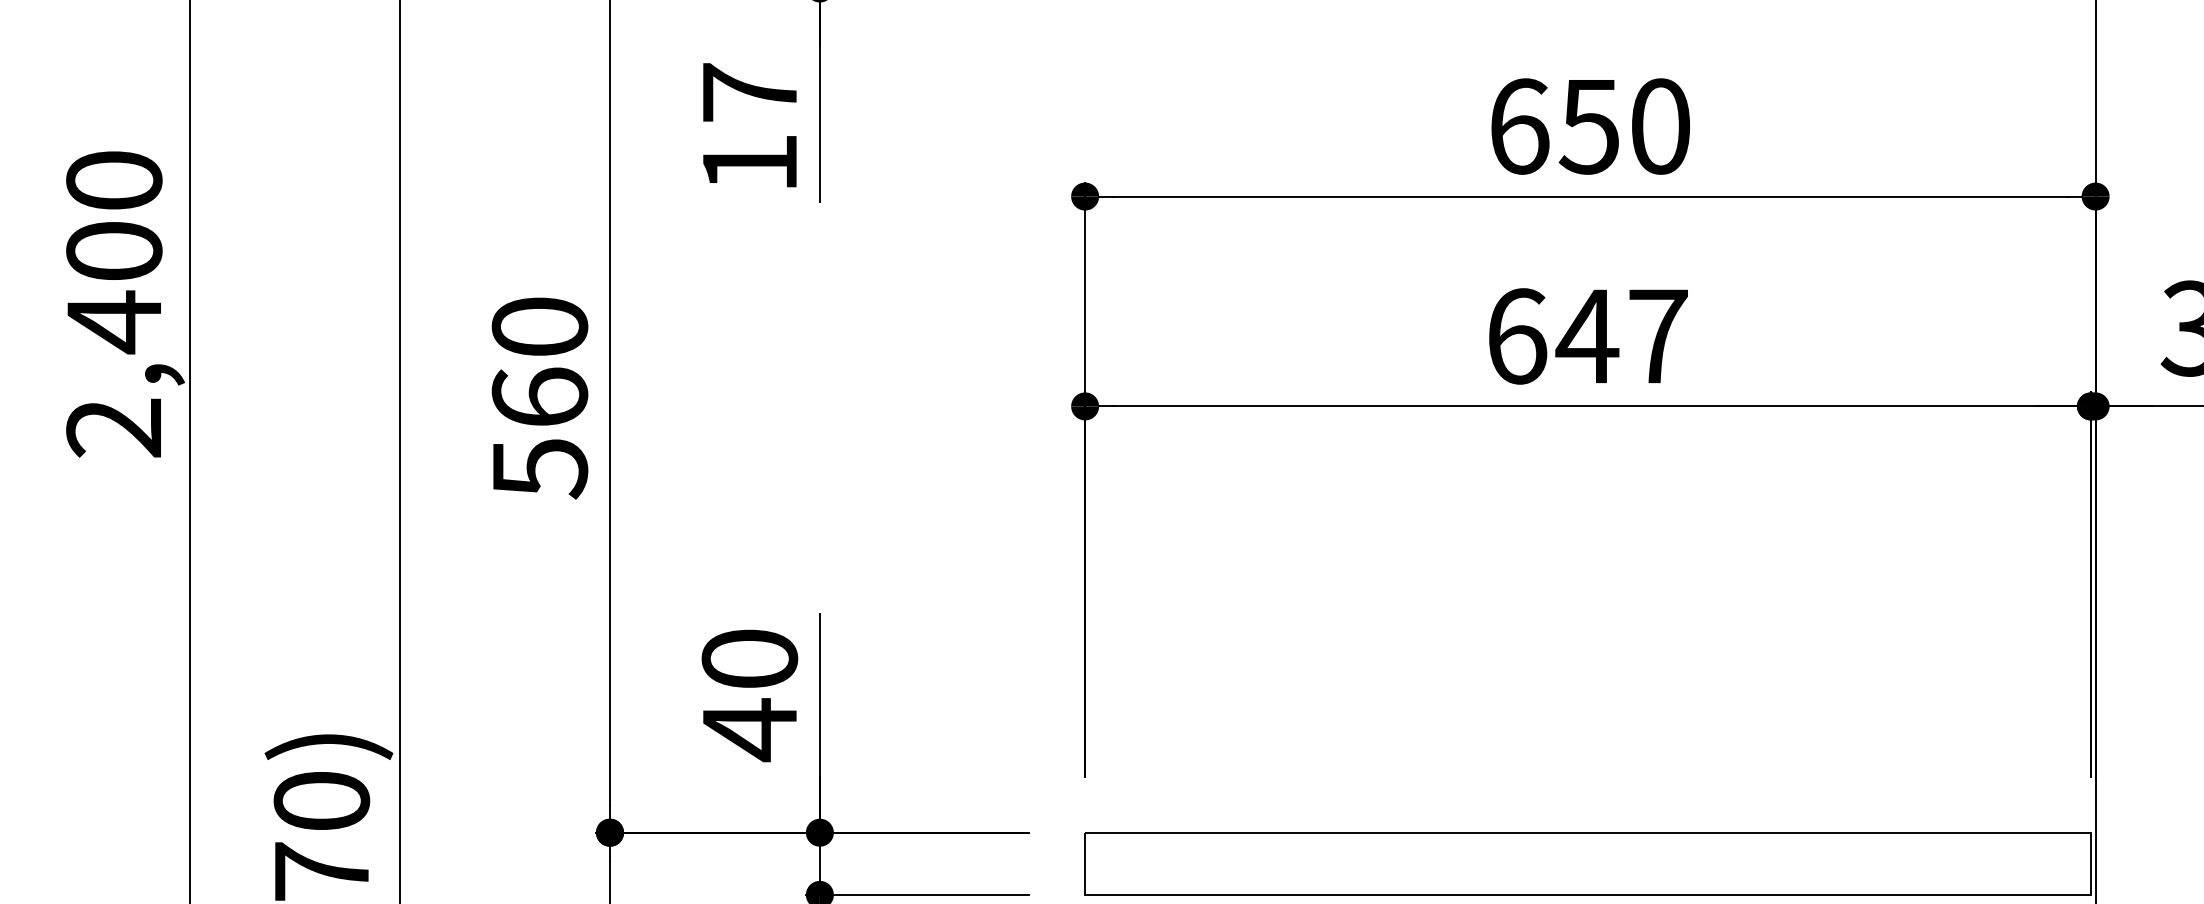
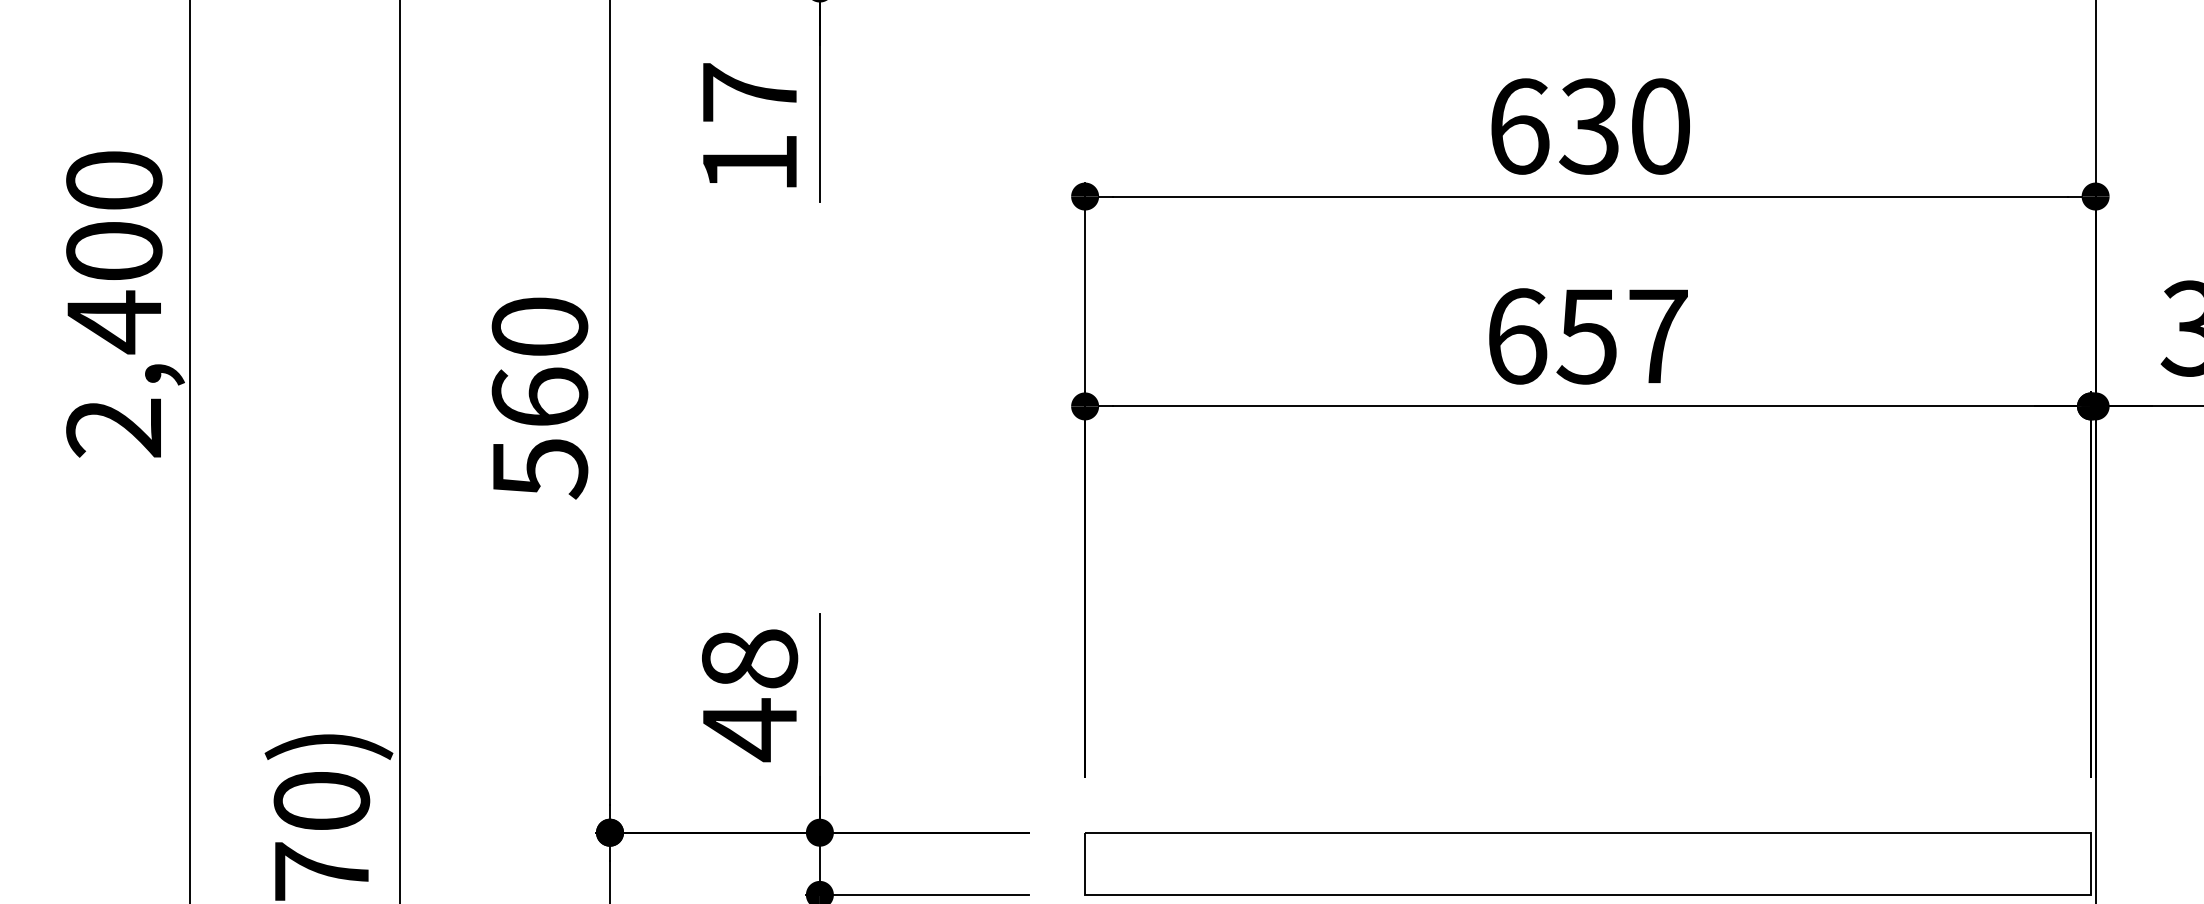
text at (1588, 126): 650 -> 630
text at (1587, 336): 647 -> 657
text at (749, 658): 40 -> 48
